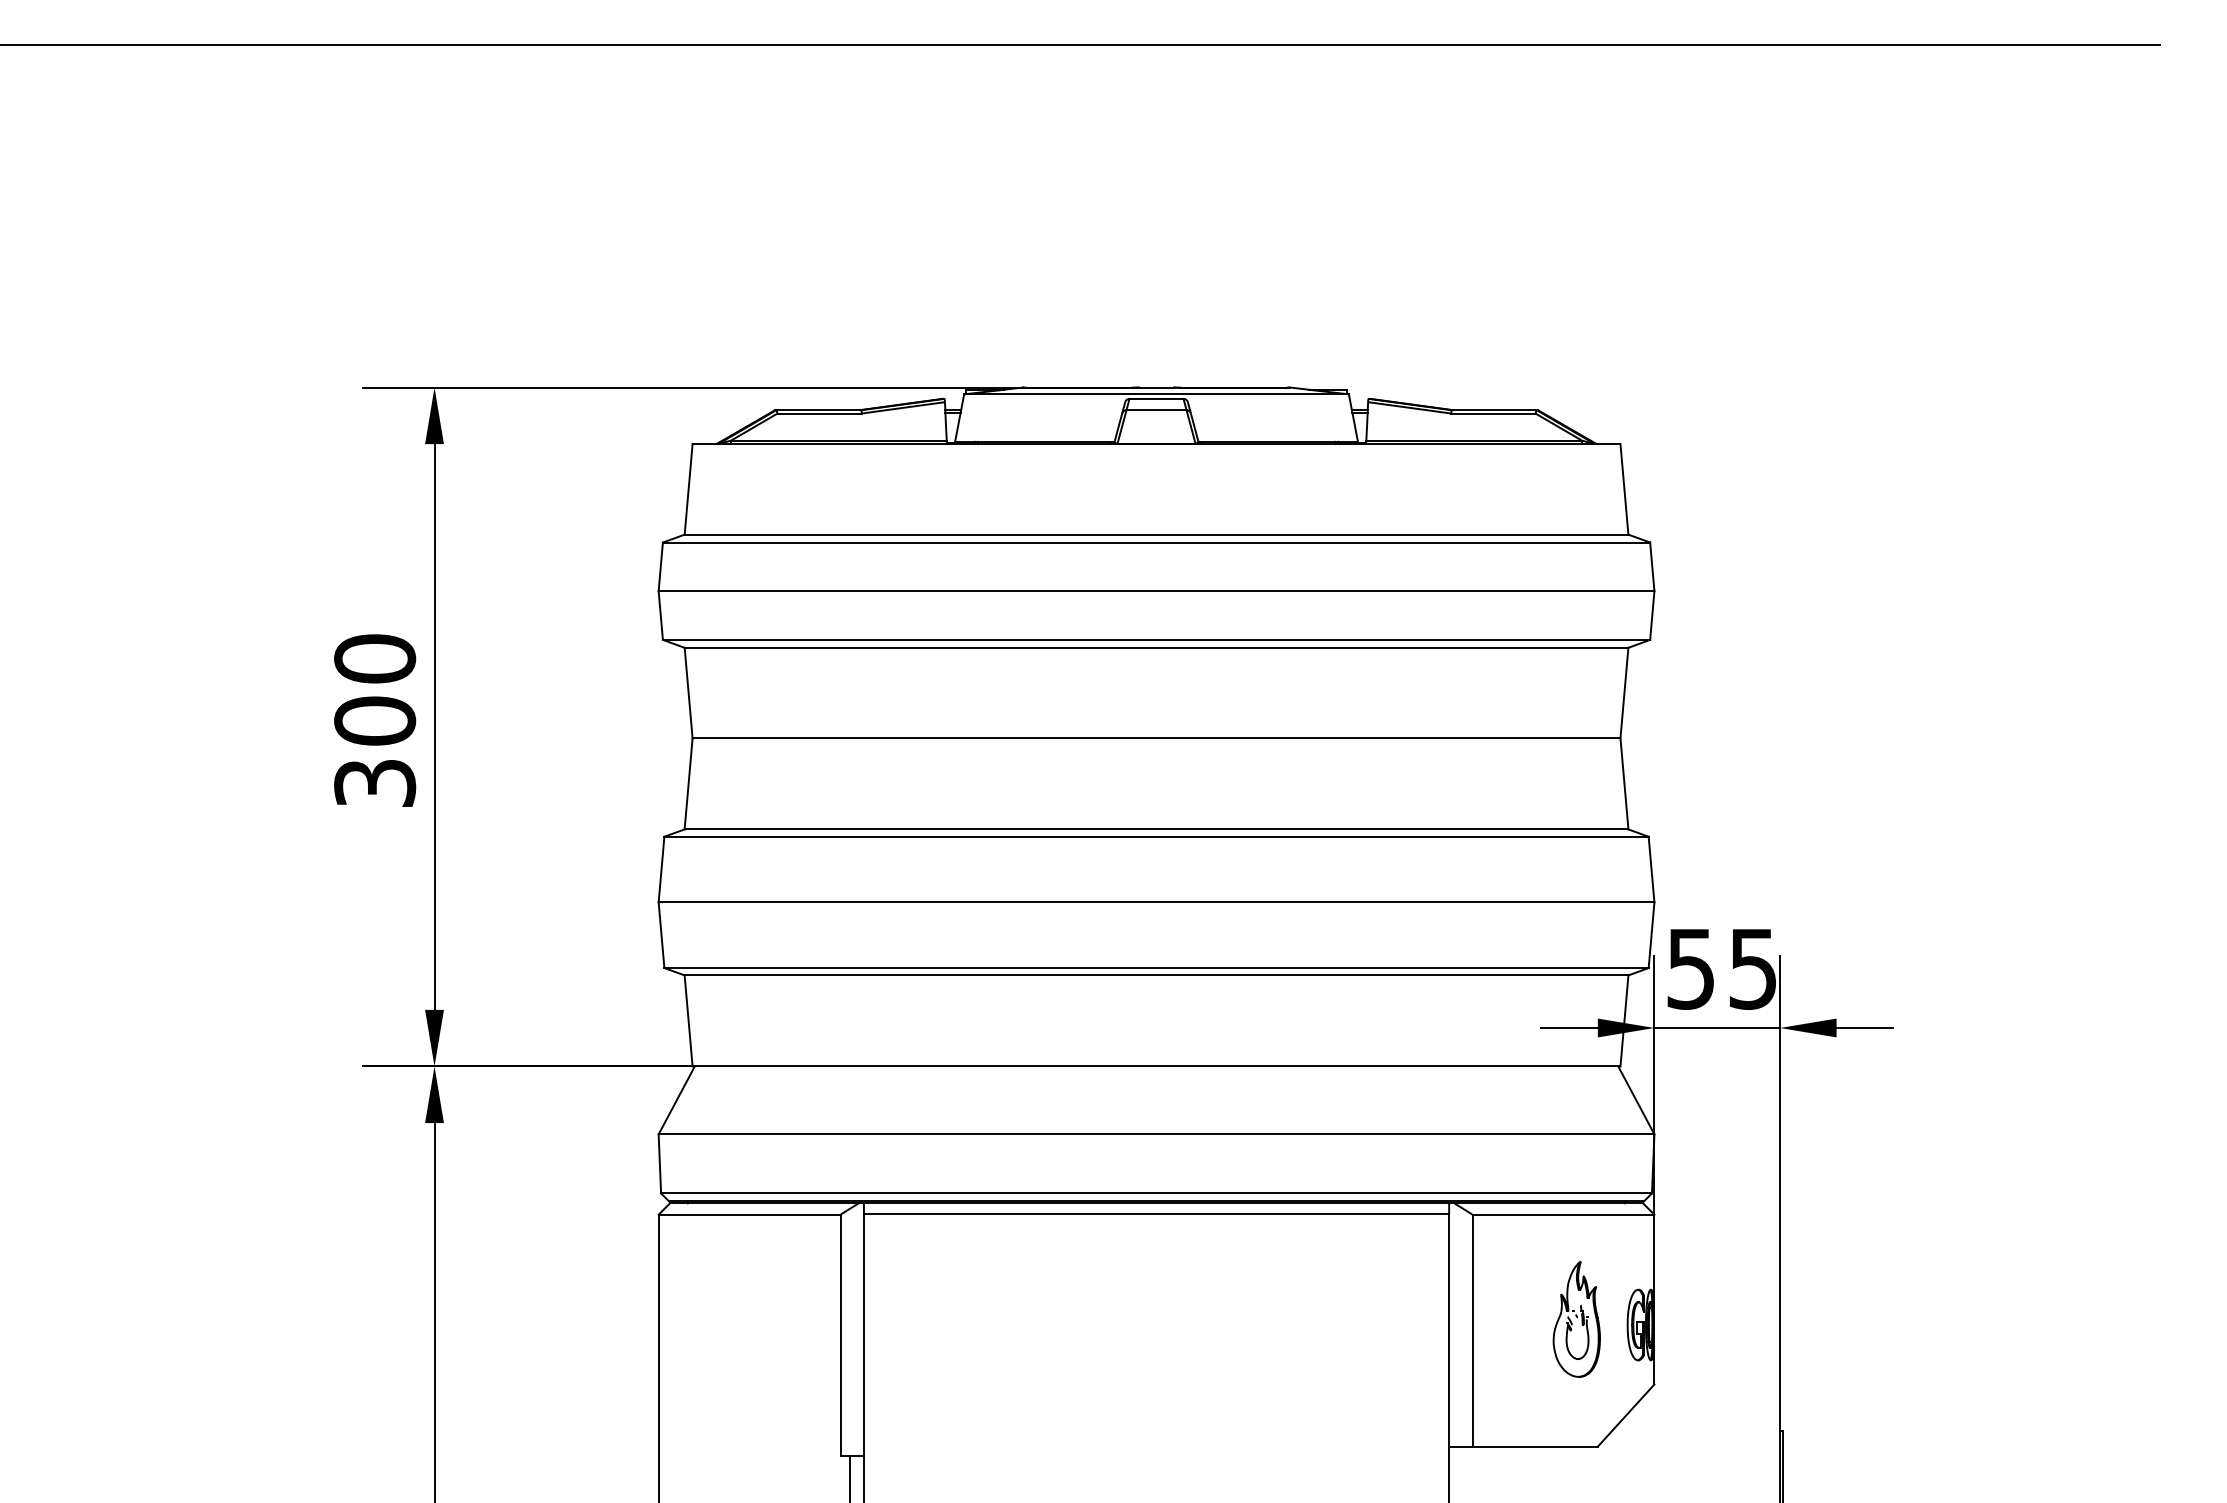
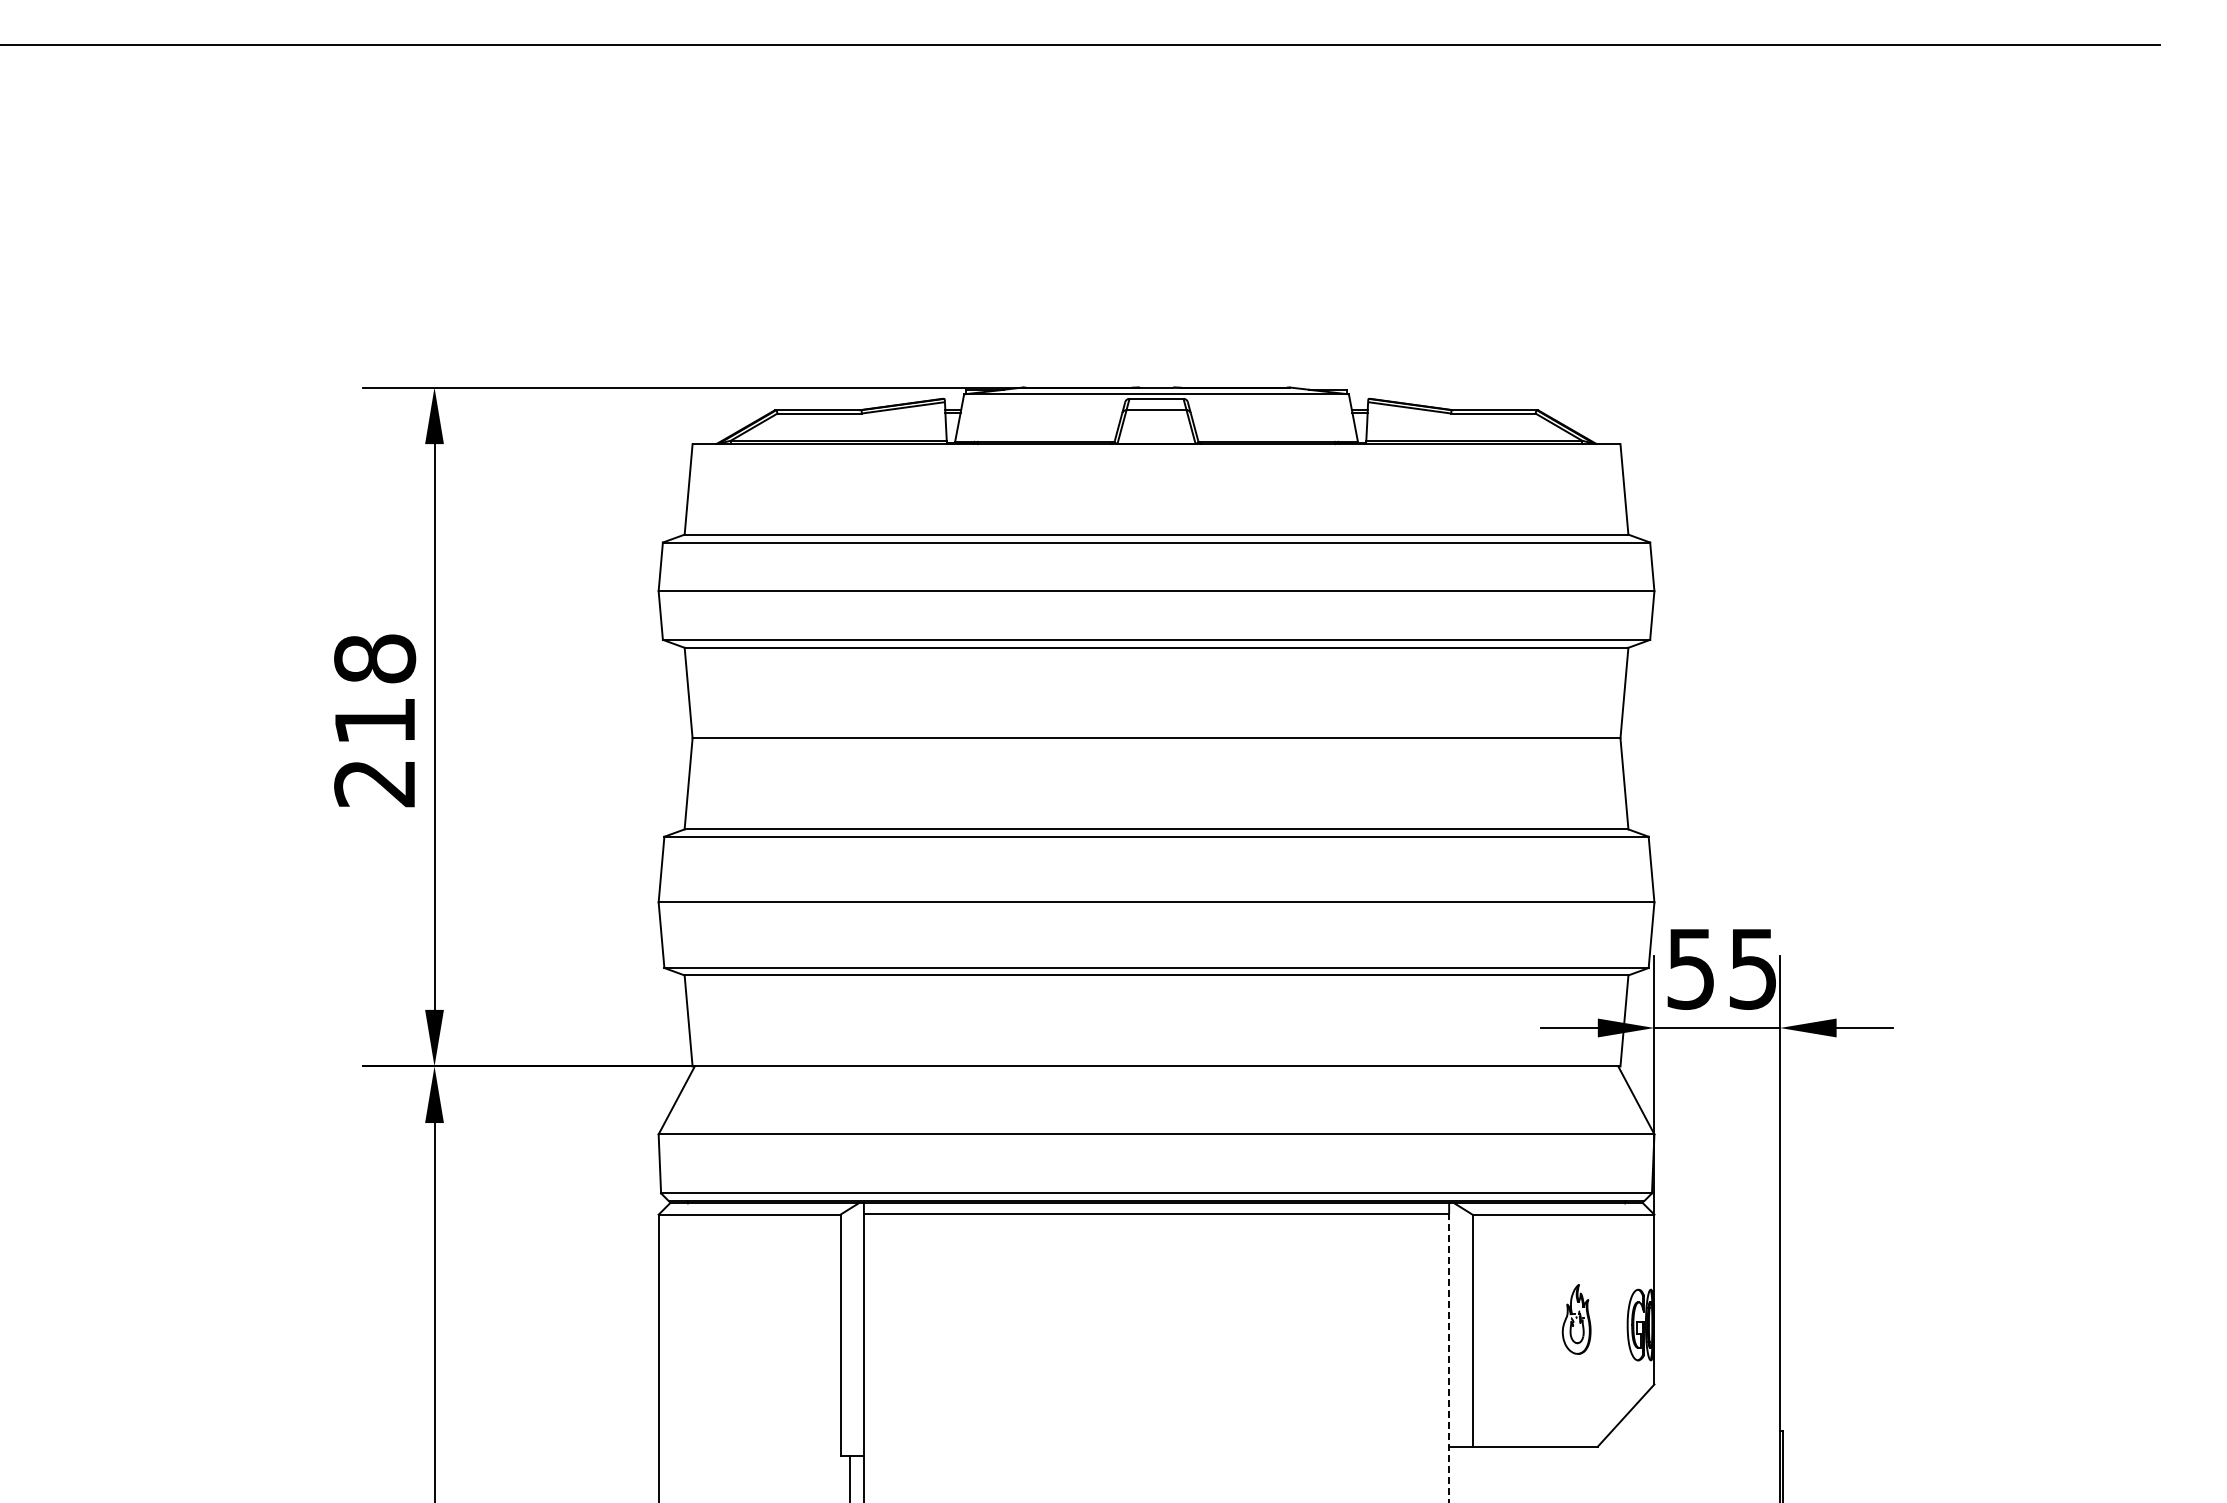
text at (375, 720): 300 -> 218
part at (1576, 1319) size: 49x117 px -> 31x71 px
line at (1449, 1357): solid -> dashed
